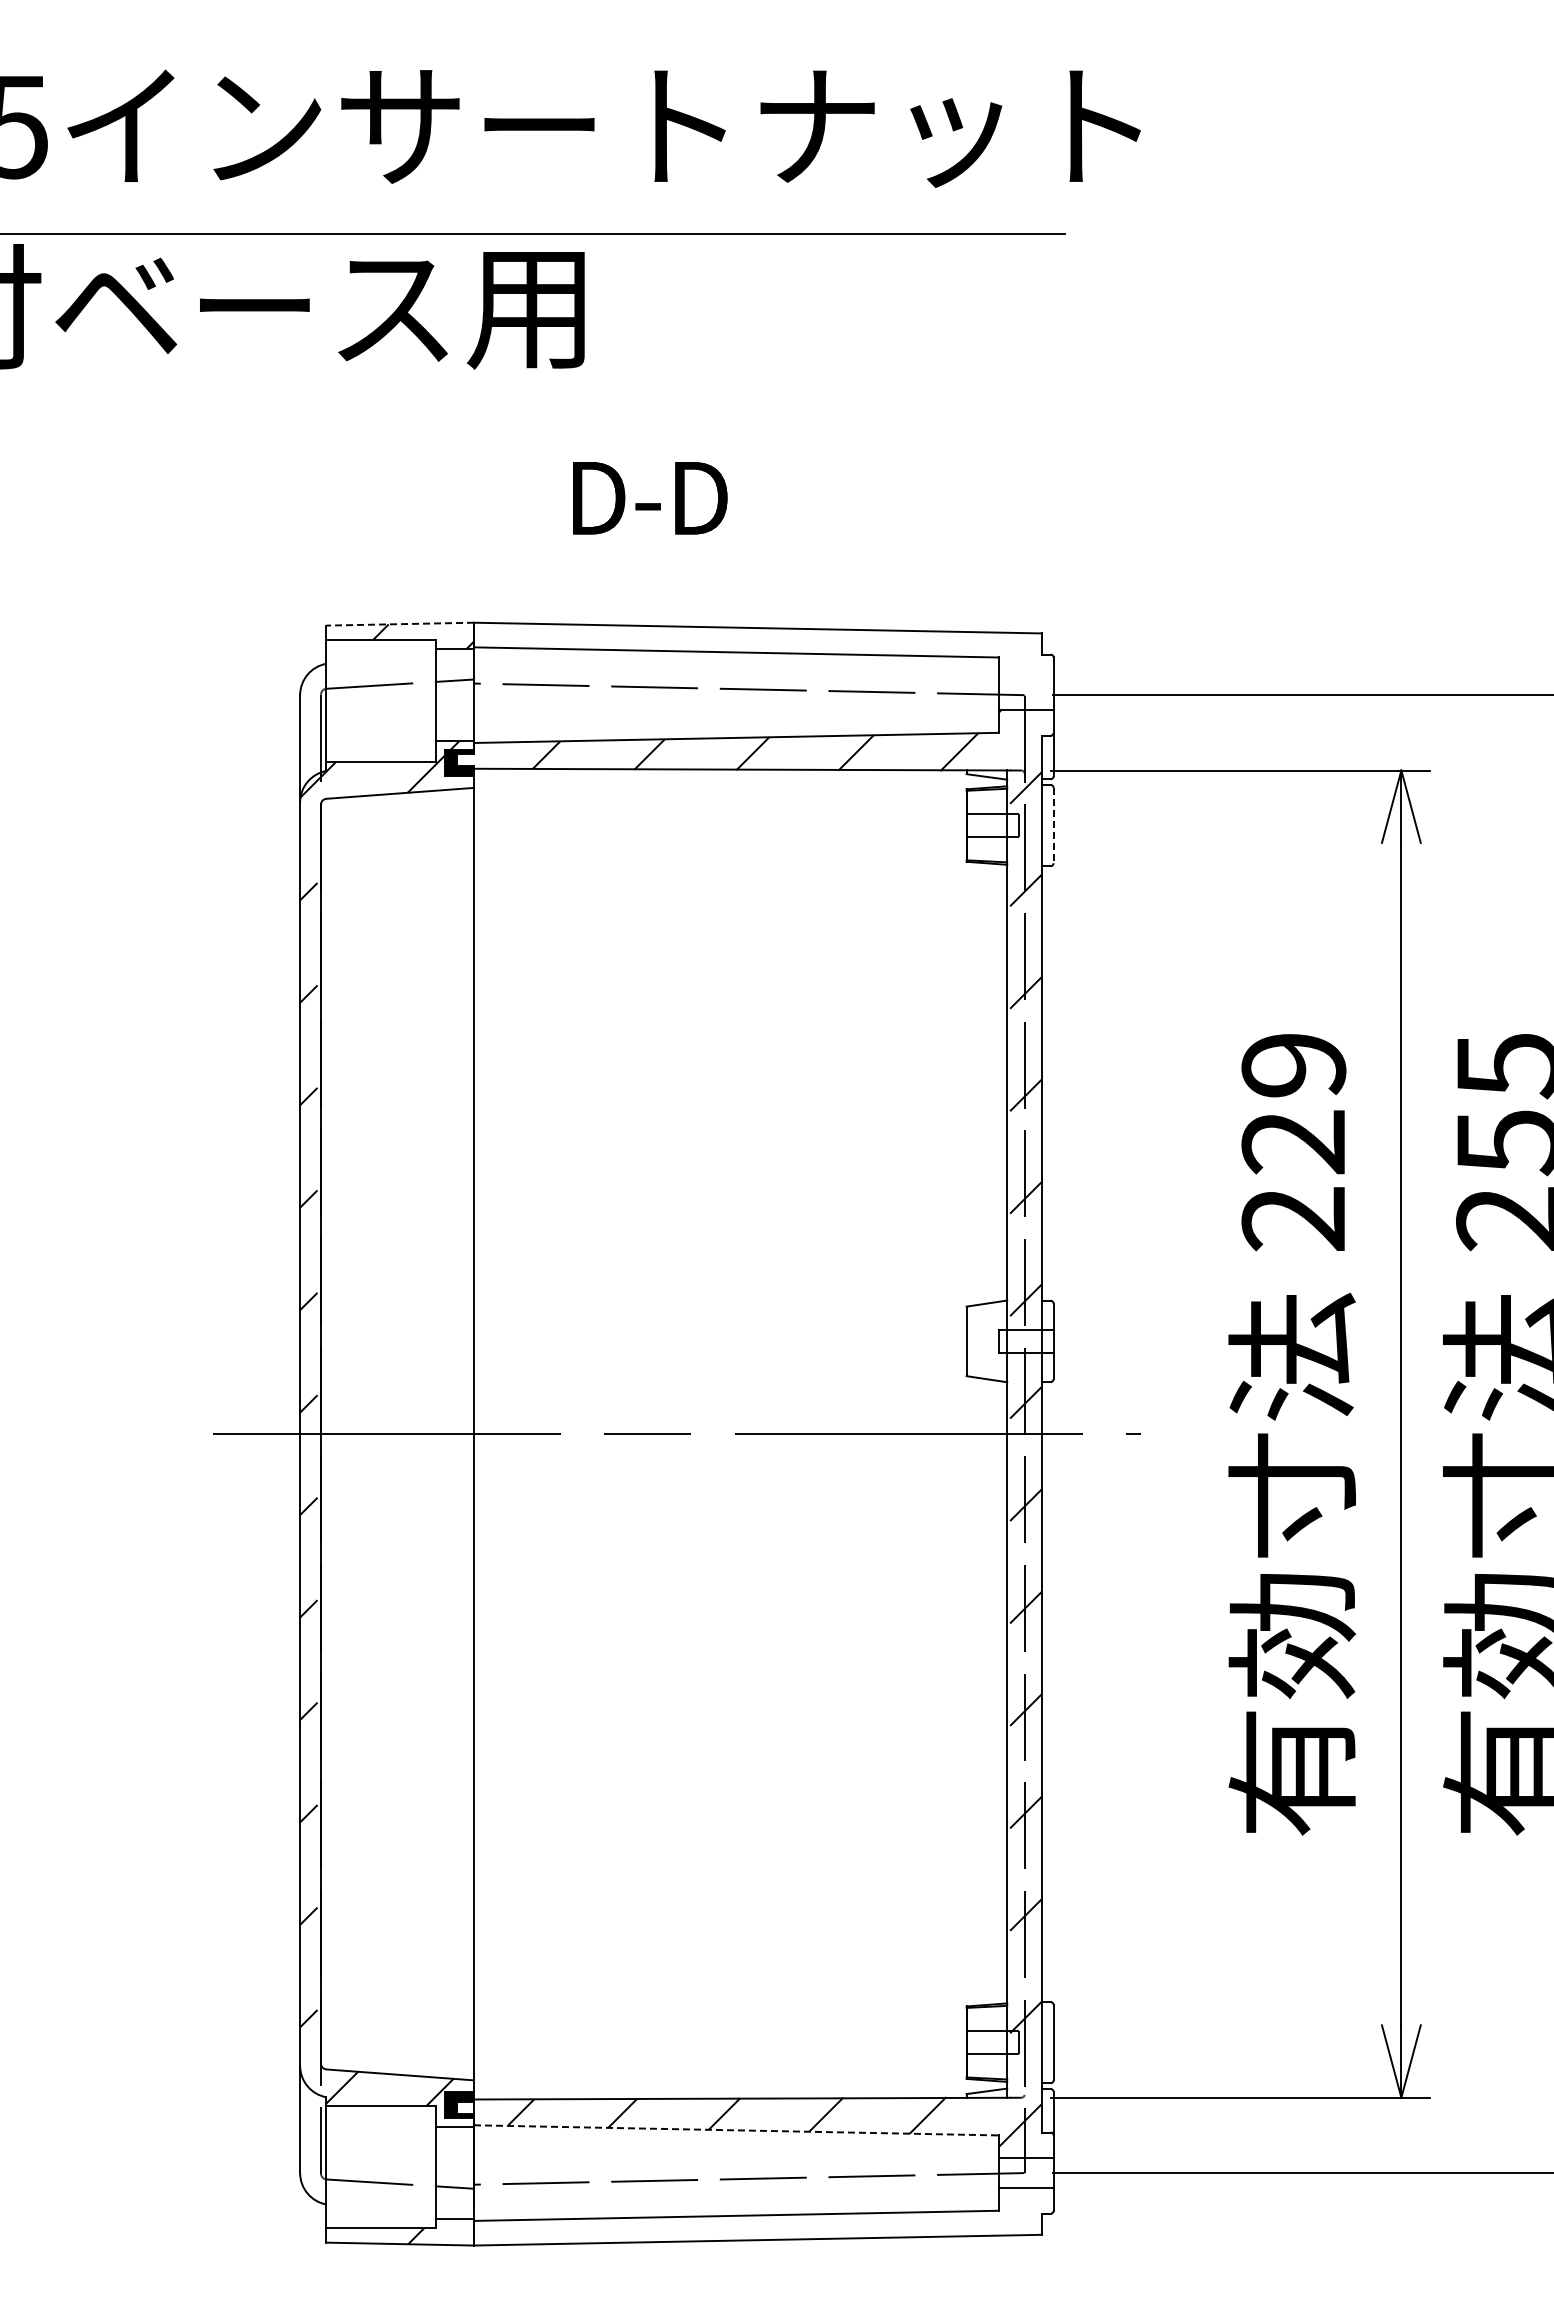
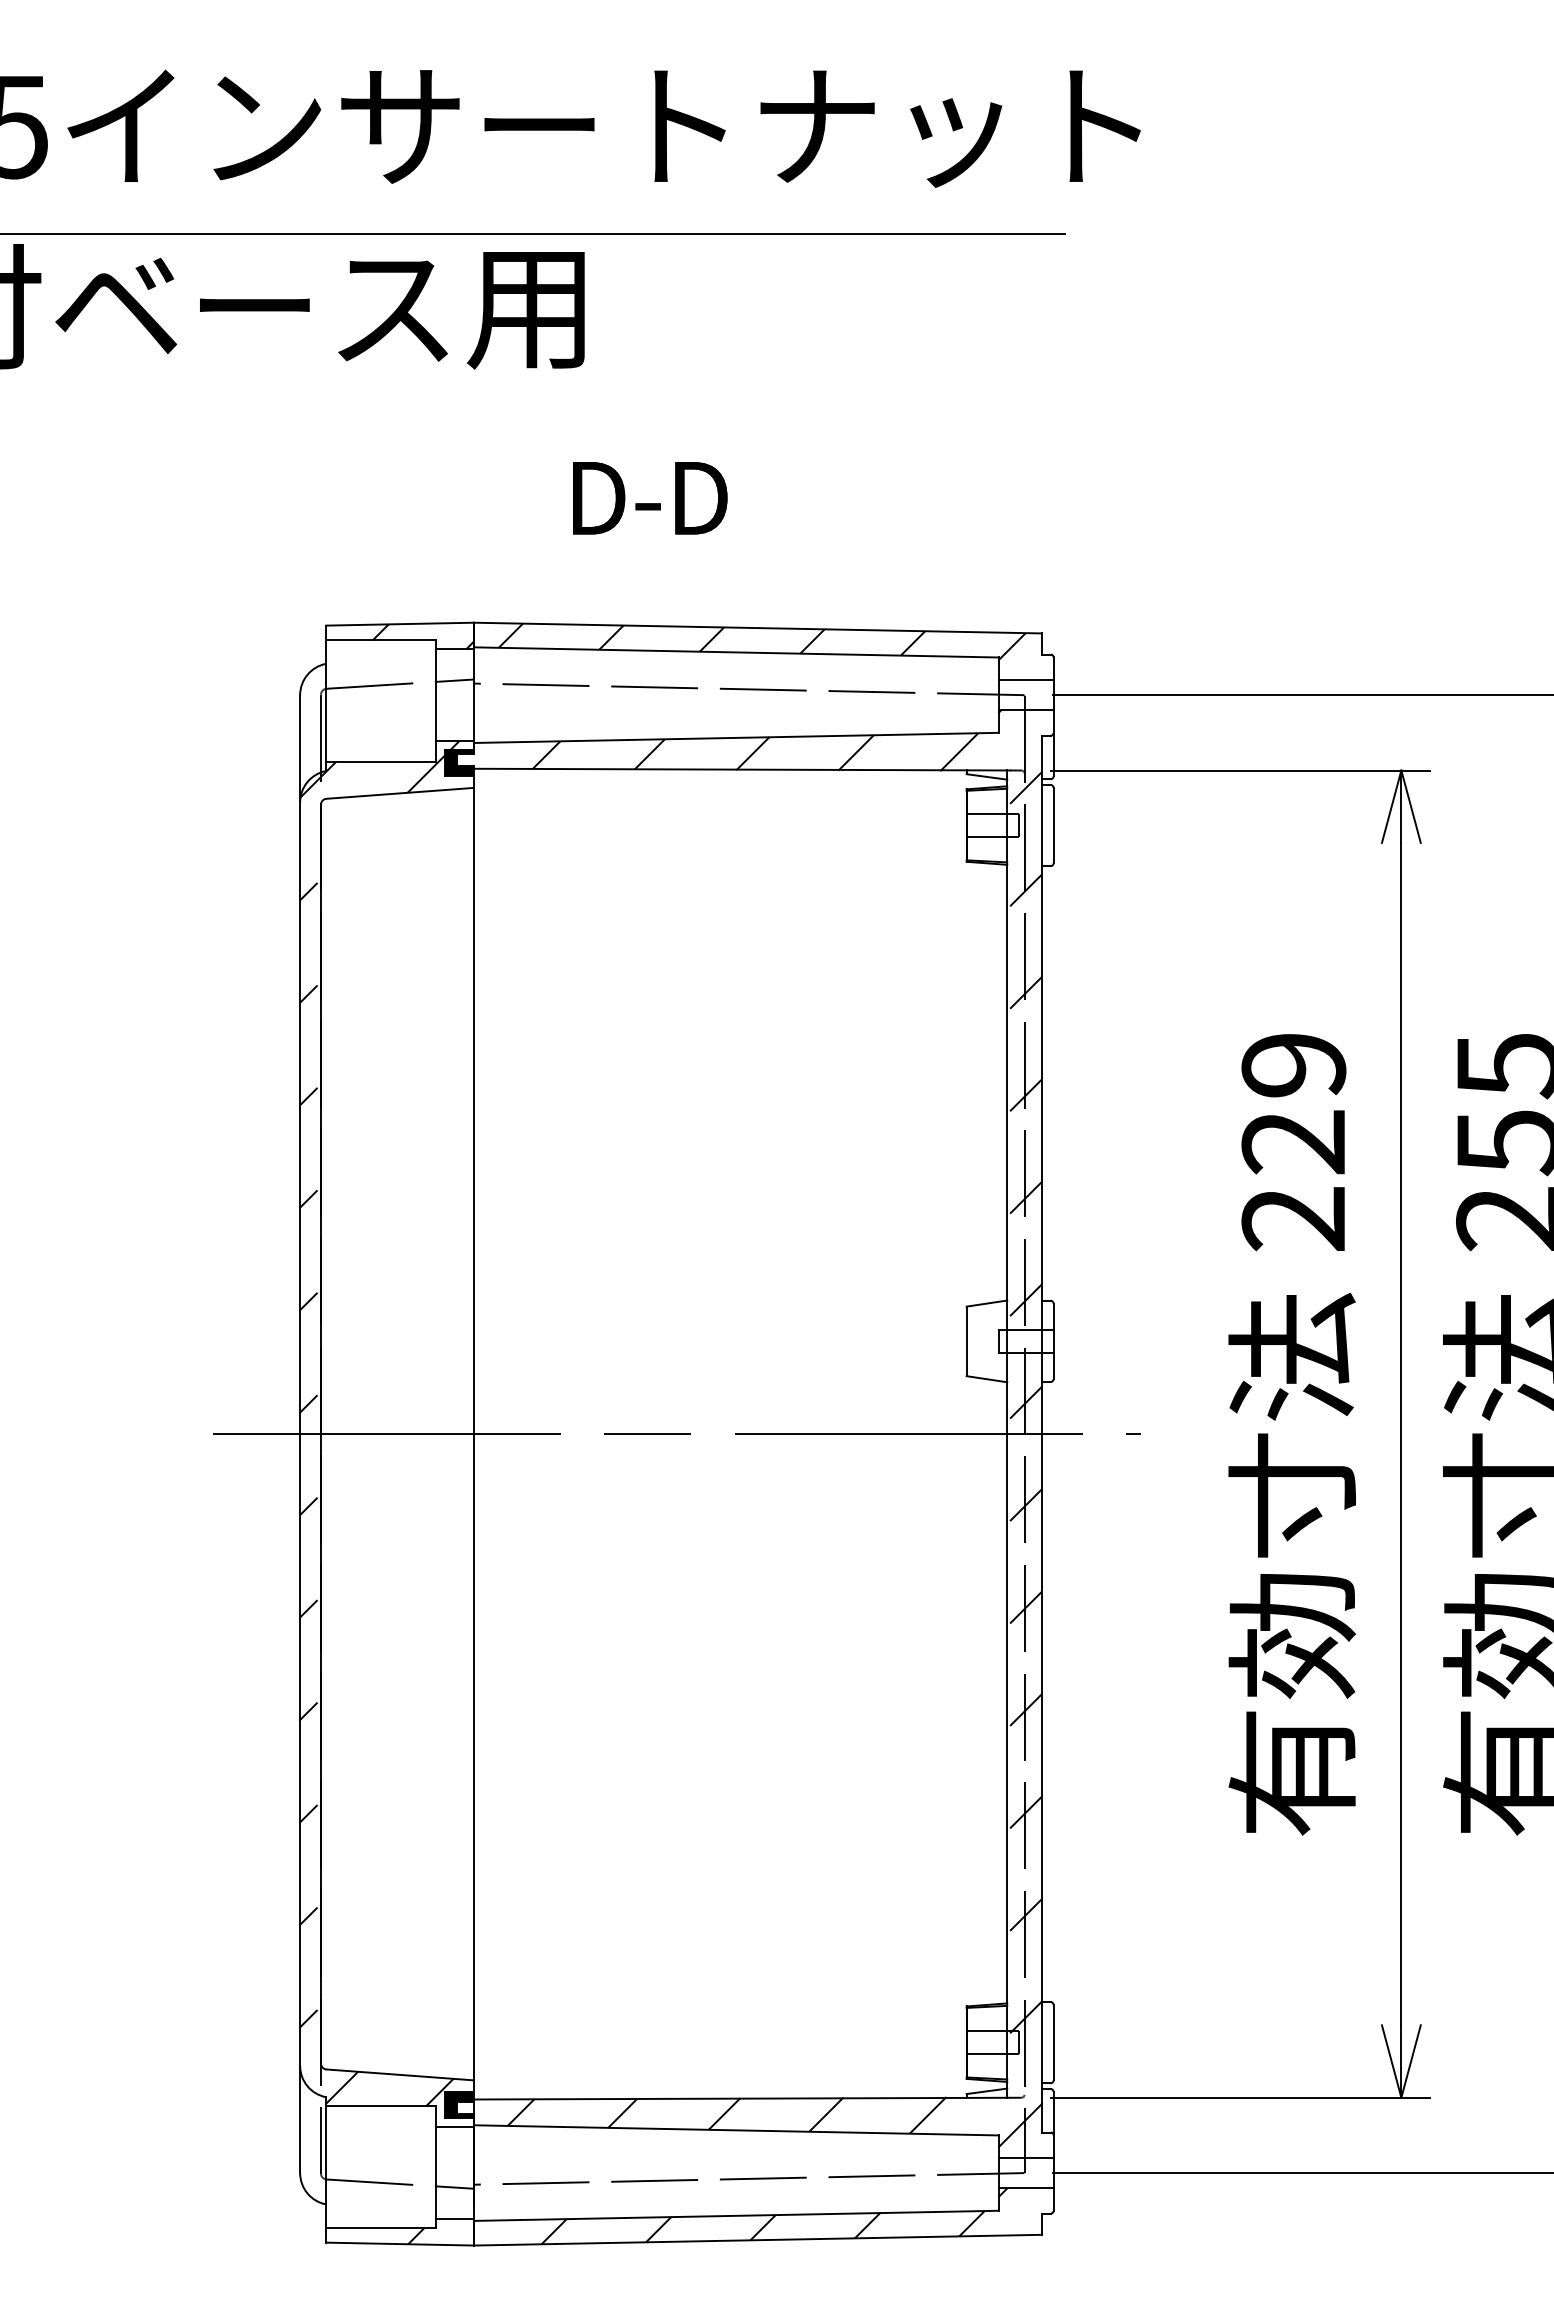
line at (400, 624): dashed -> solid
hatch at (761, 641): none -> present
line at (1025, 680): none -> present
line at (1053, 825): dashed -> solid
line at (736, 2130): dashed -> solid
hatch at (774, 2216): none -> present
